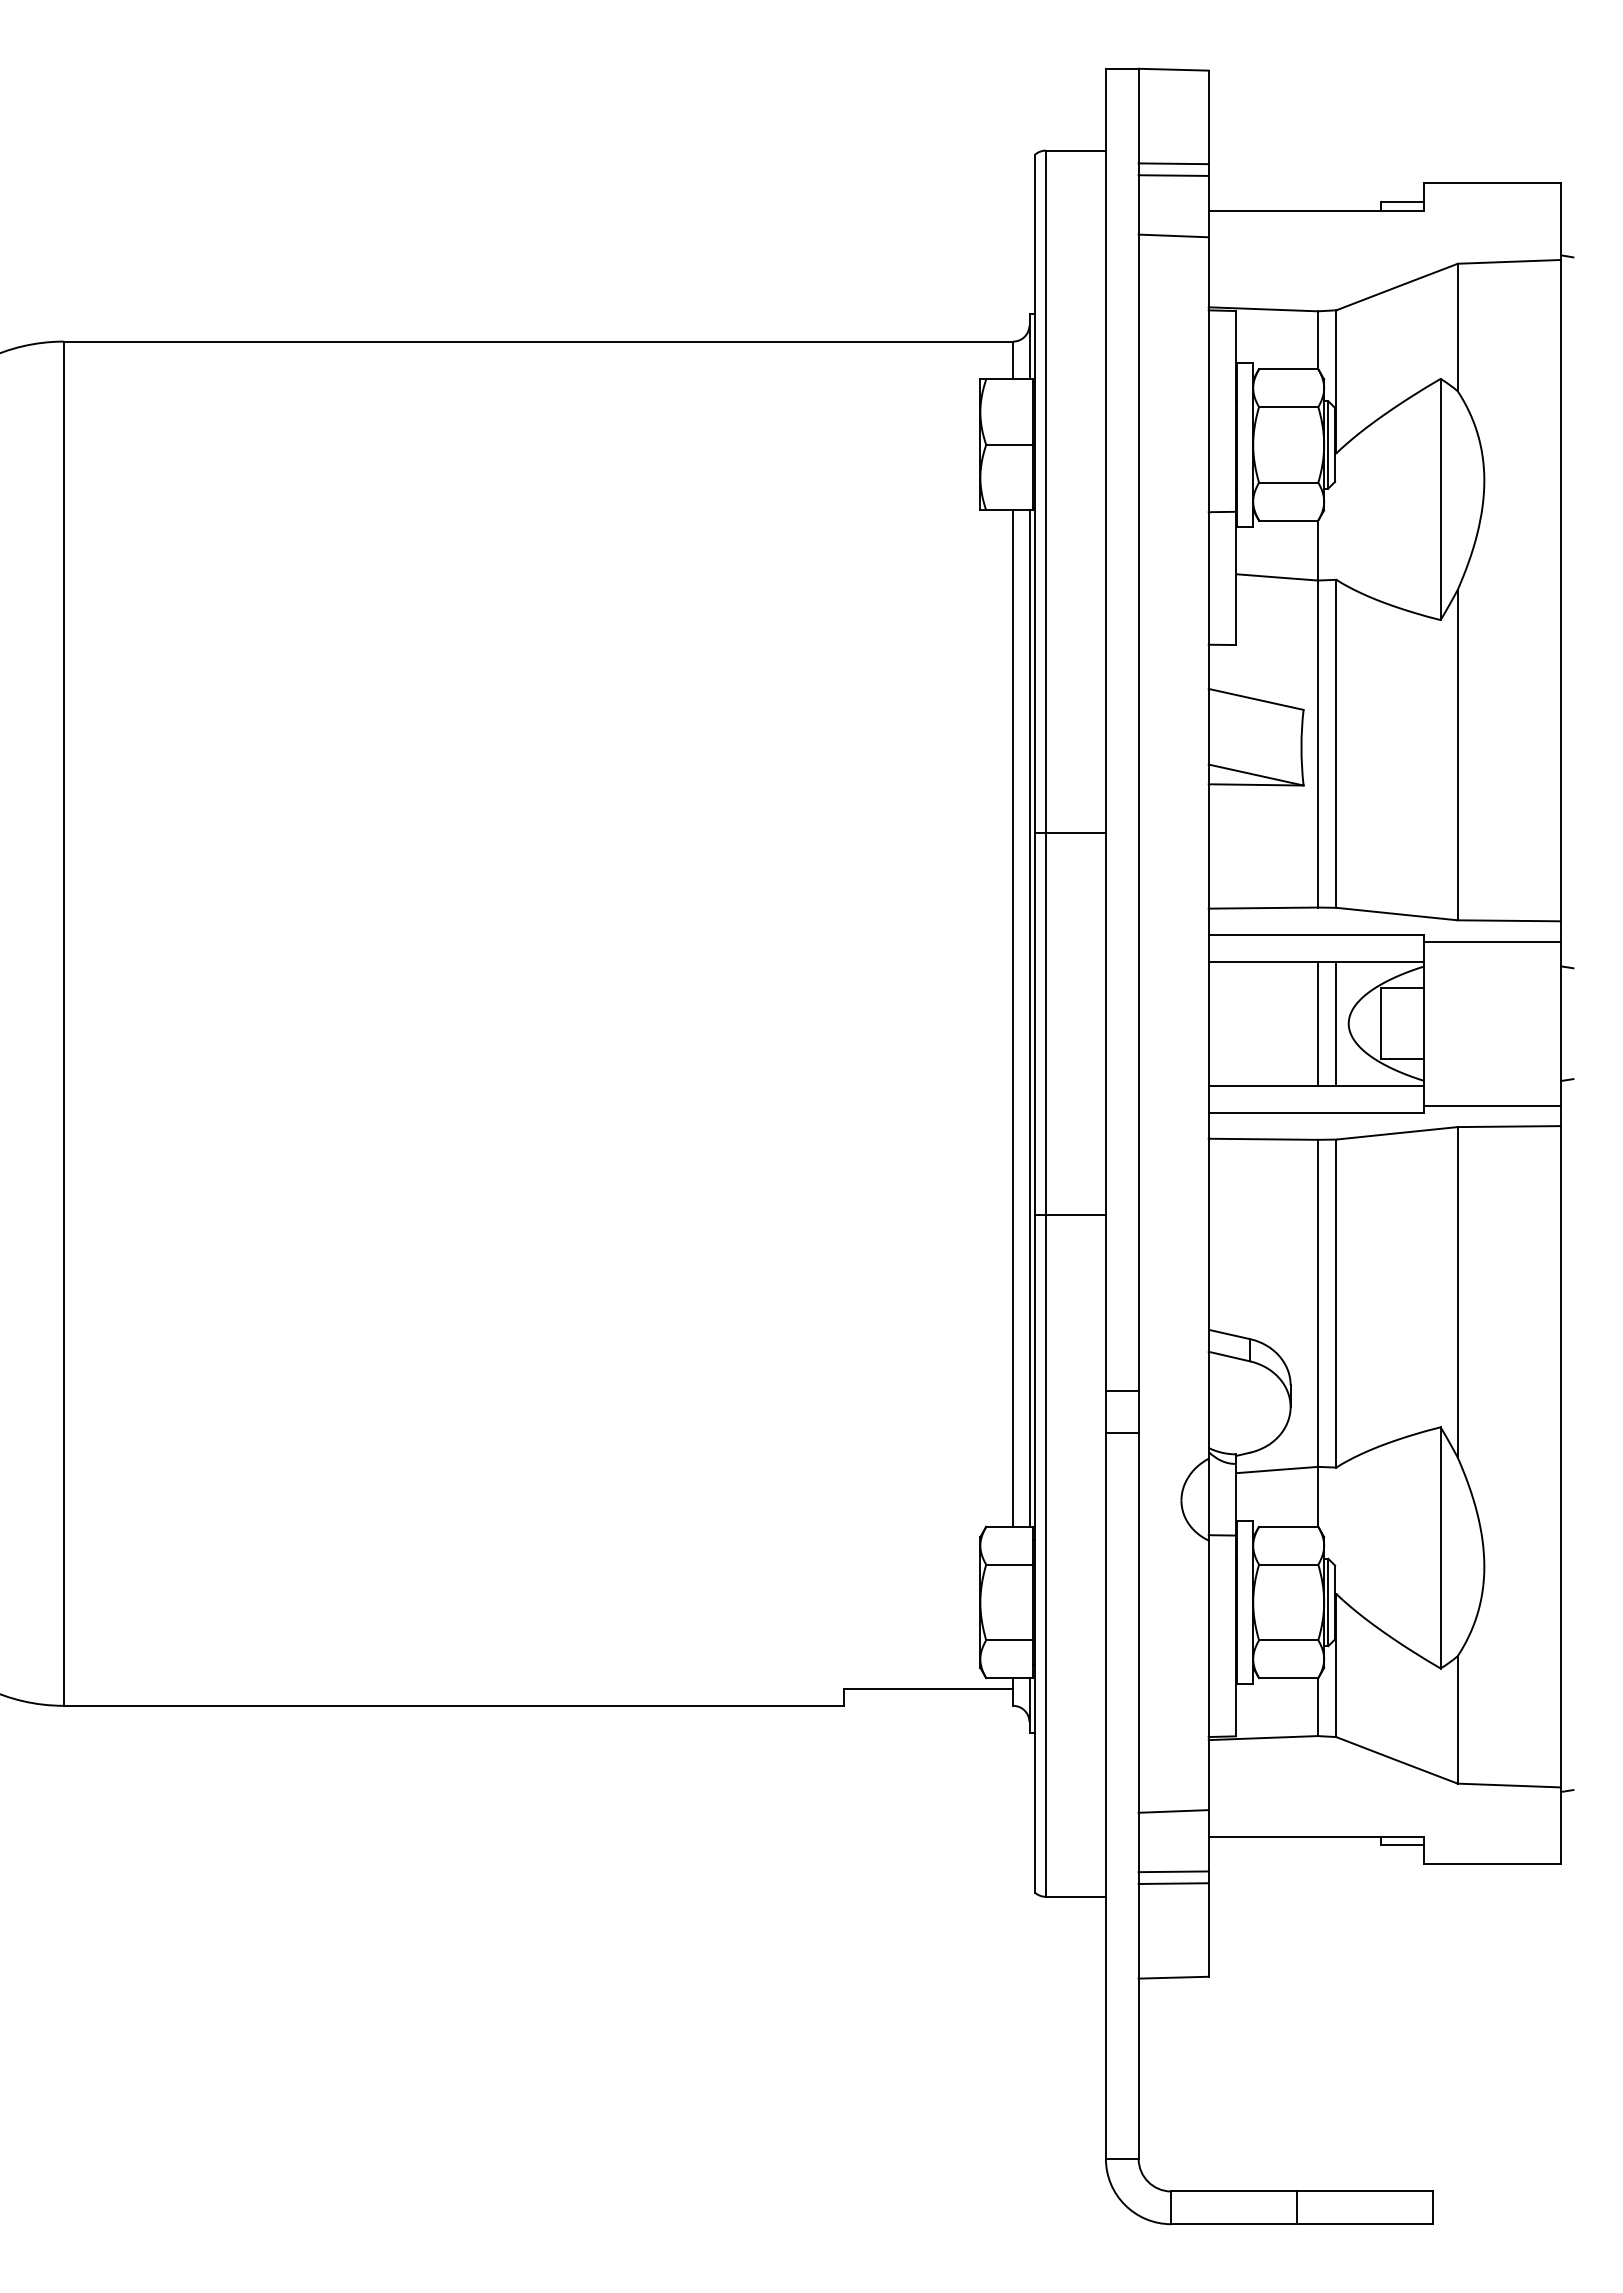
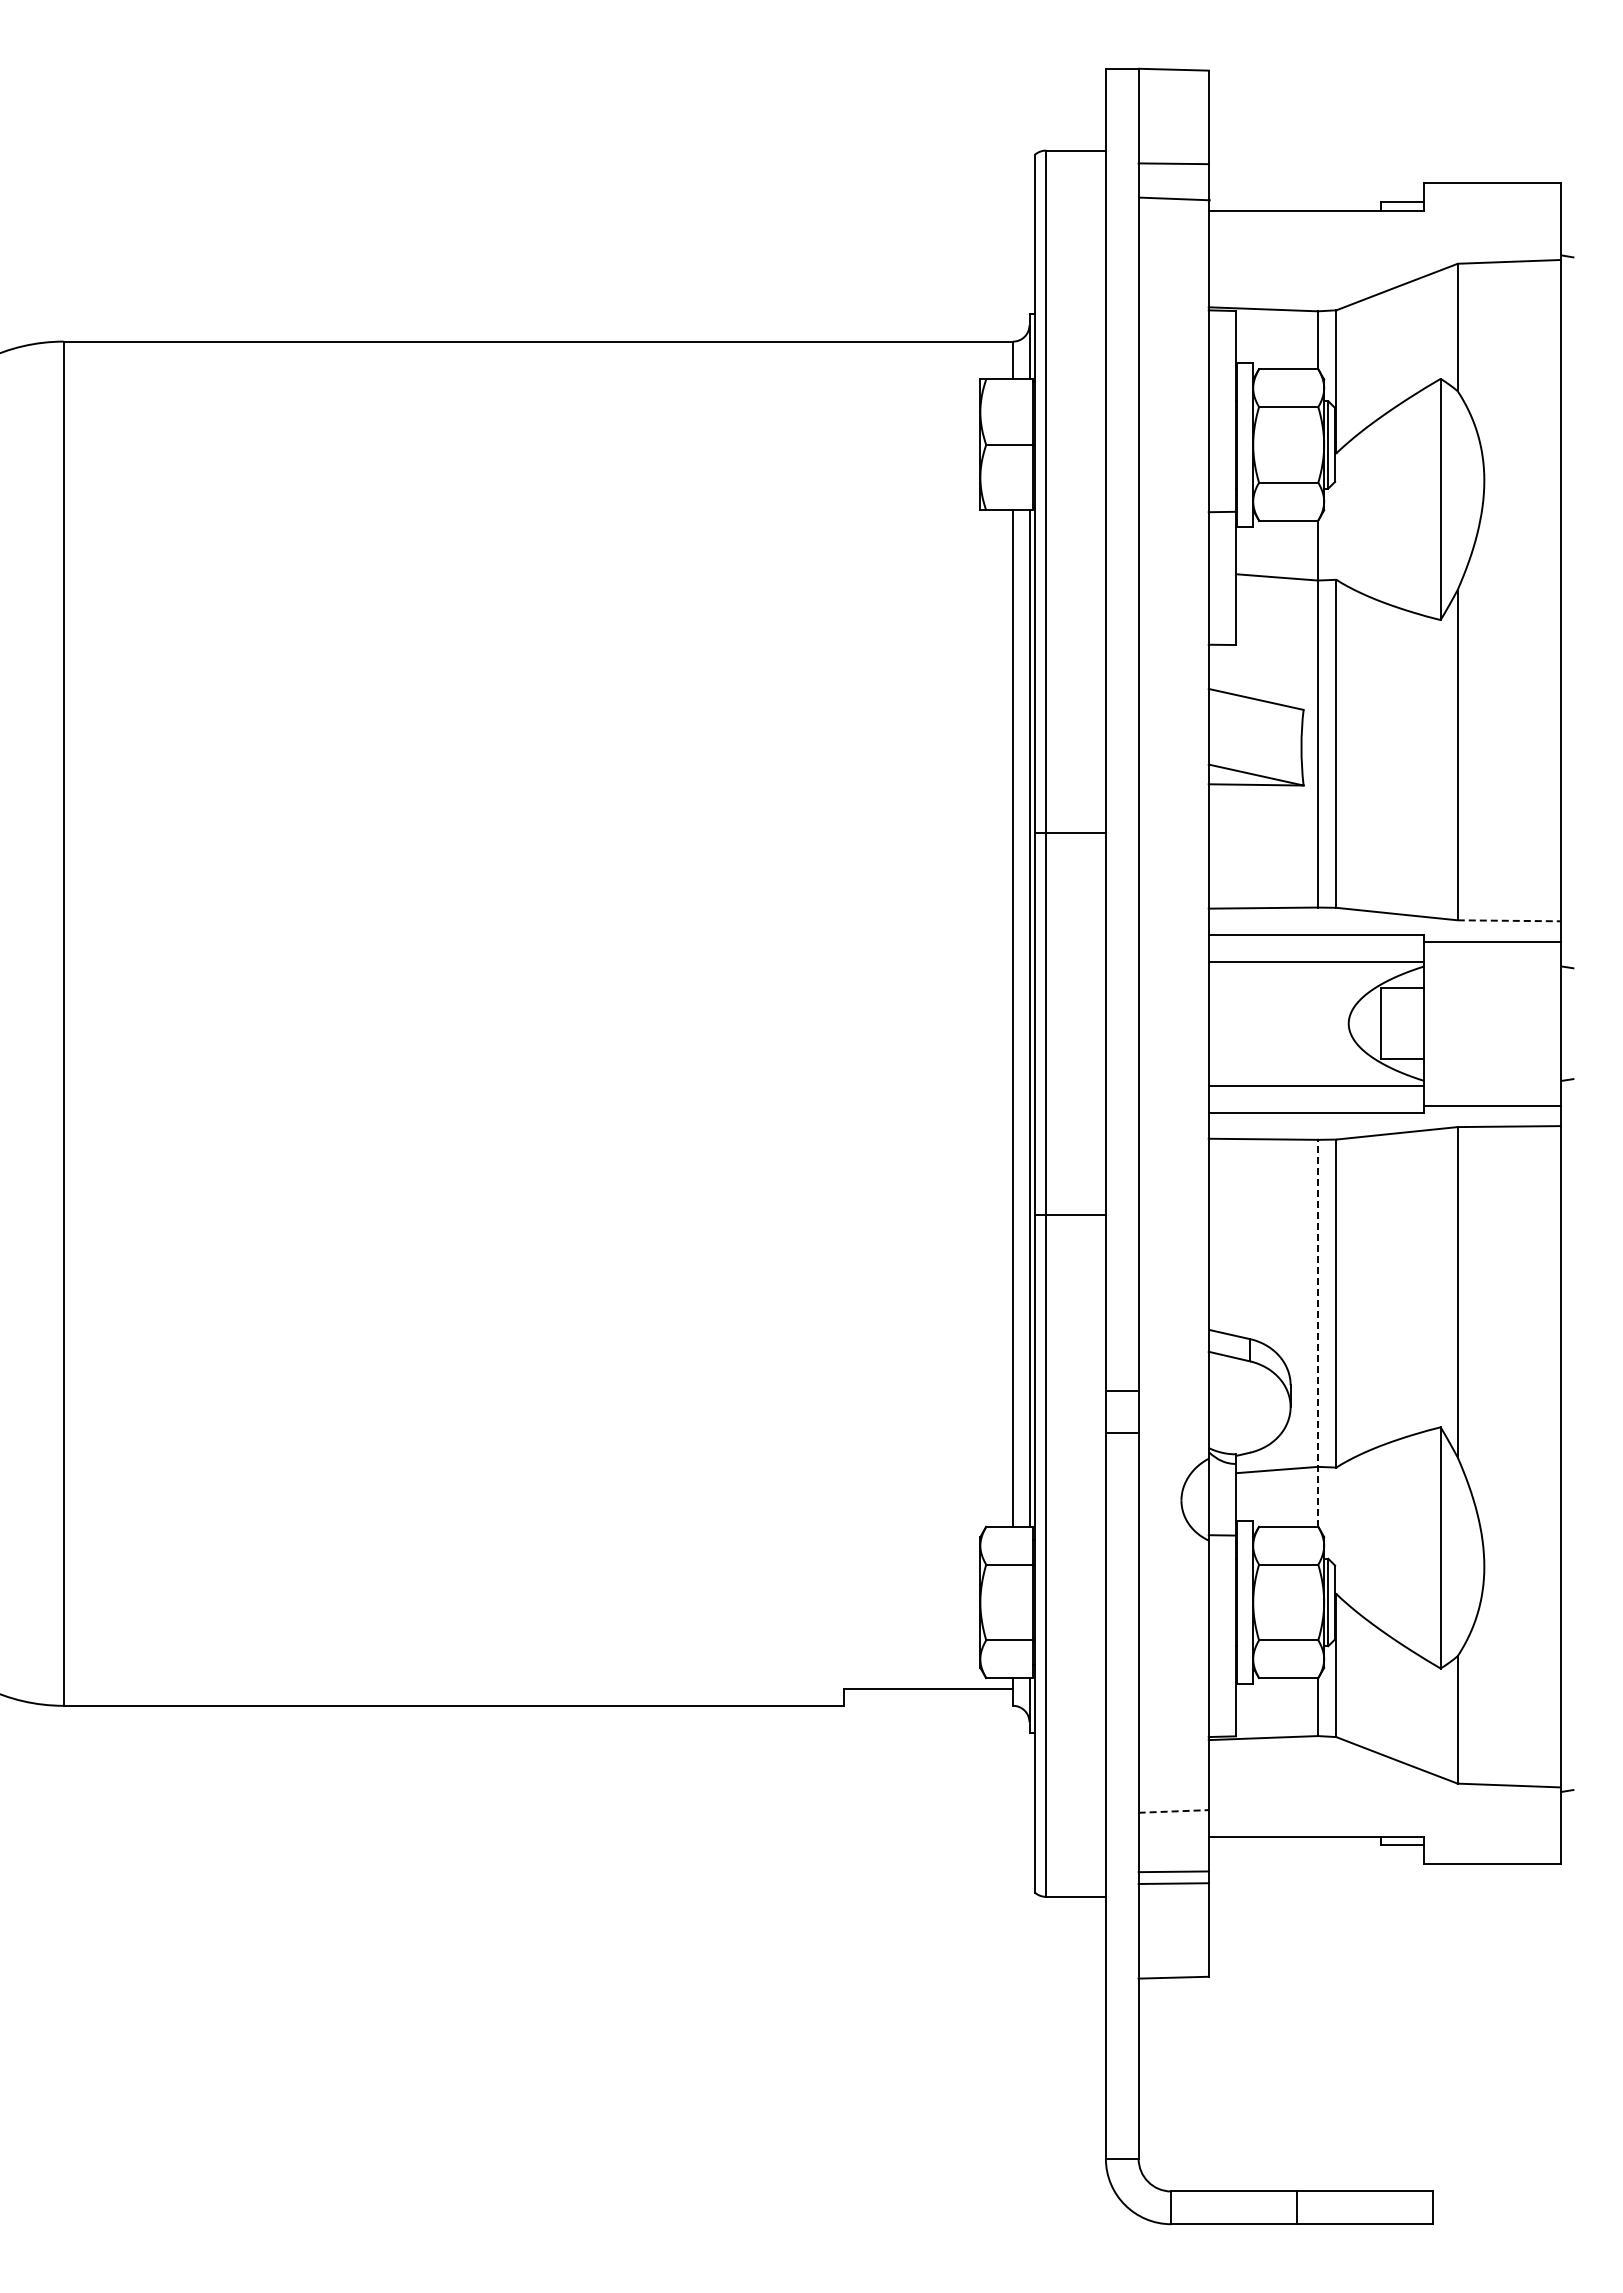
line at (1173, 175): present -> none
line at (1173, 235) position: (1173, 235) -> (1174, 198)
line at (1509, 920): solid -> dashed
line at (1317, 1023): present -> none
line at (1336, 1023): present -> none
line at (1317, 1332): solid -> dashed
line at (1174, 1811): solid -> dashed
